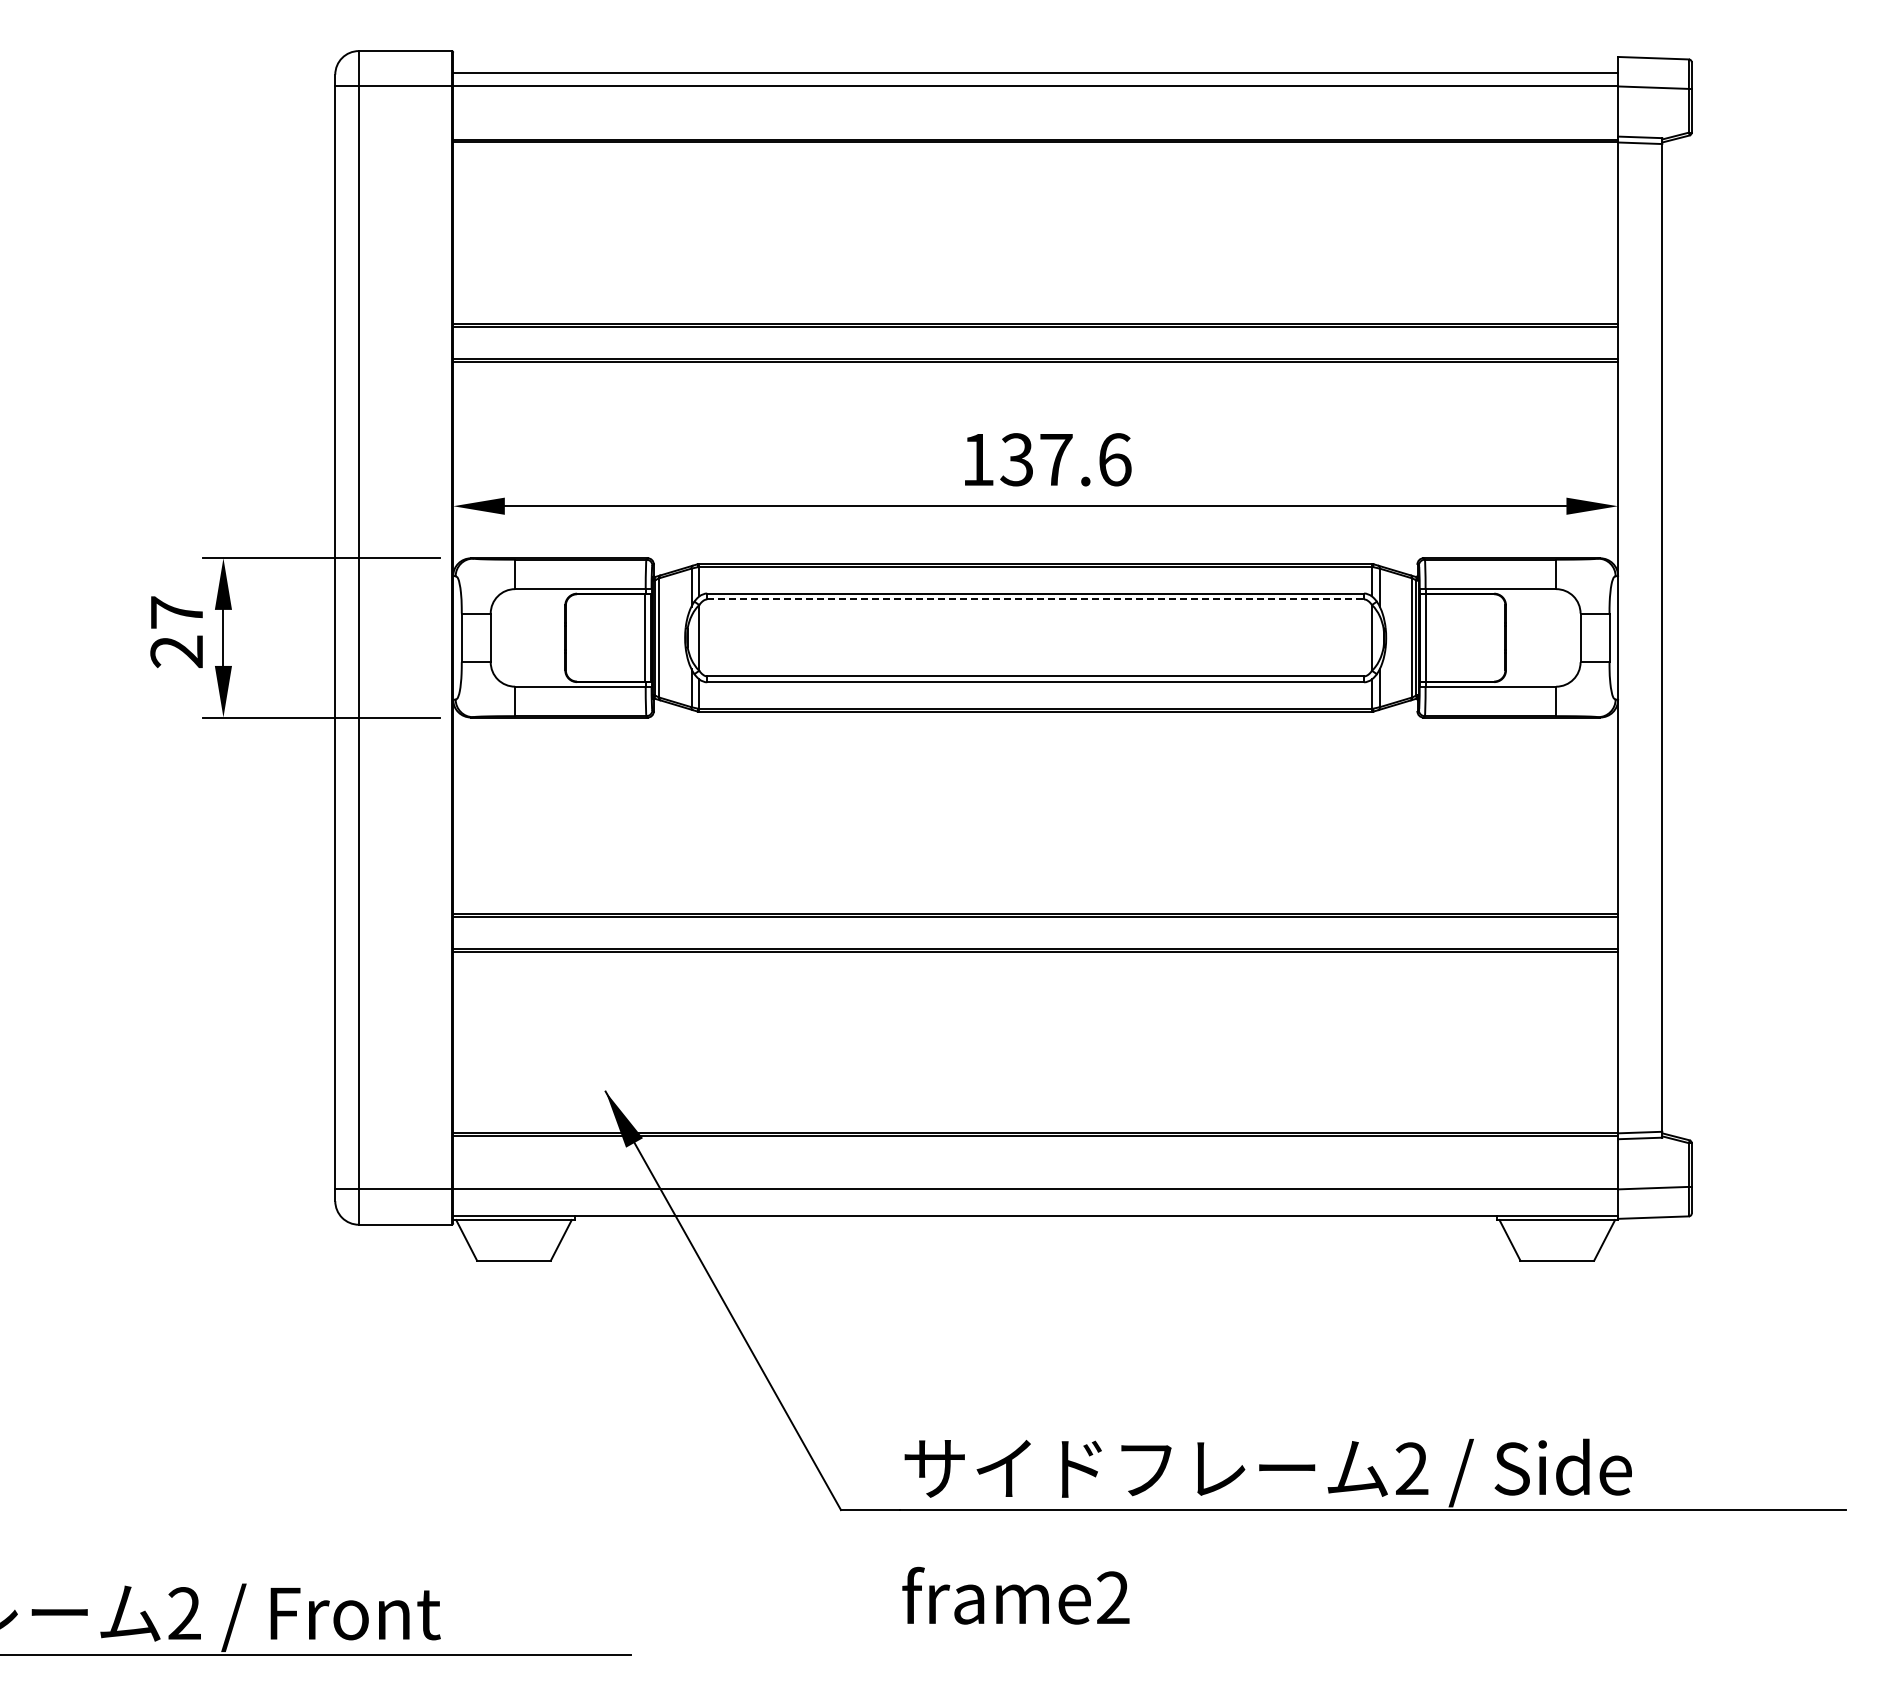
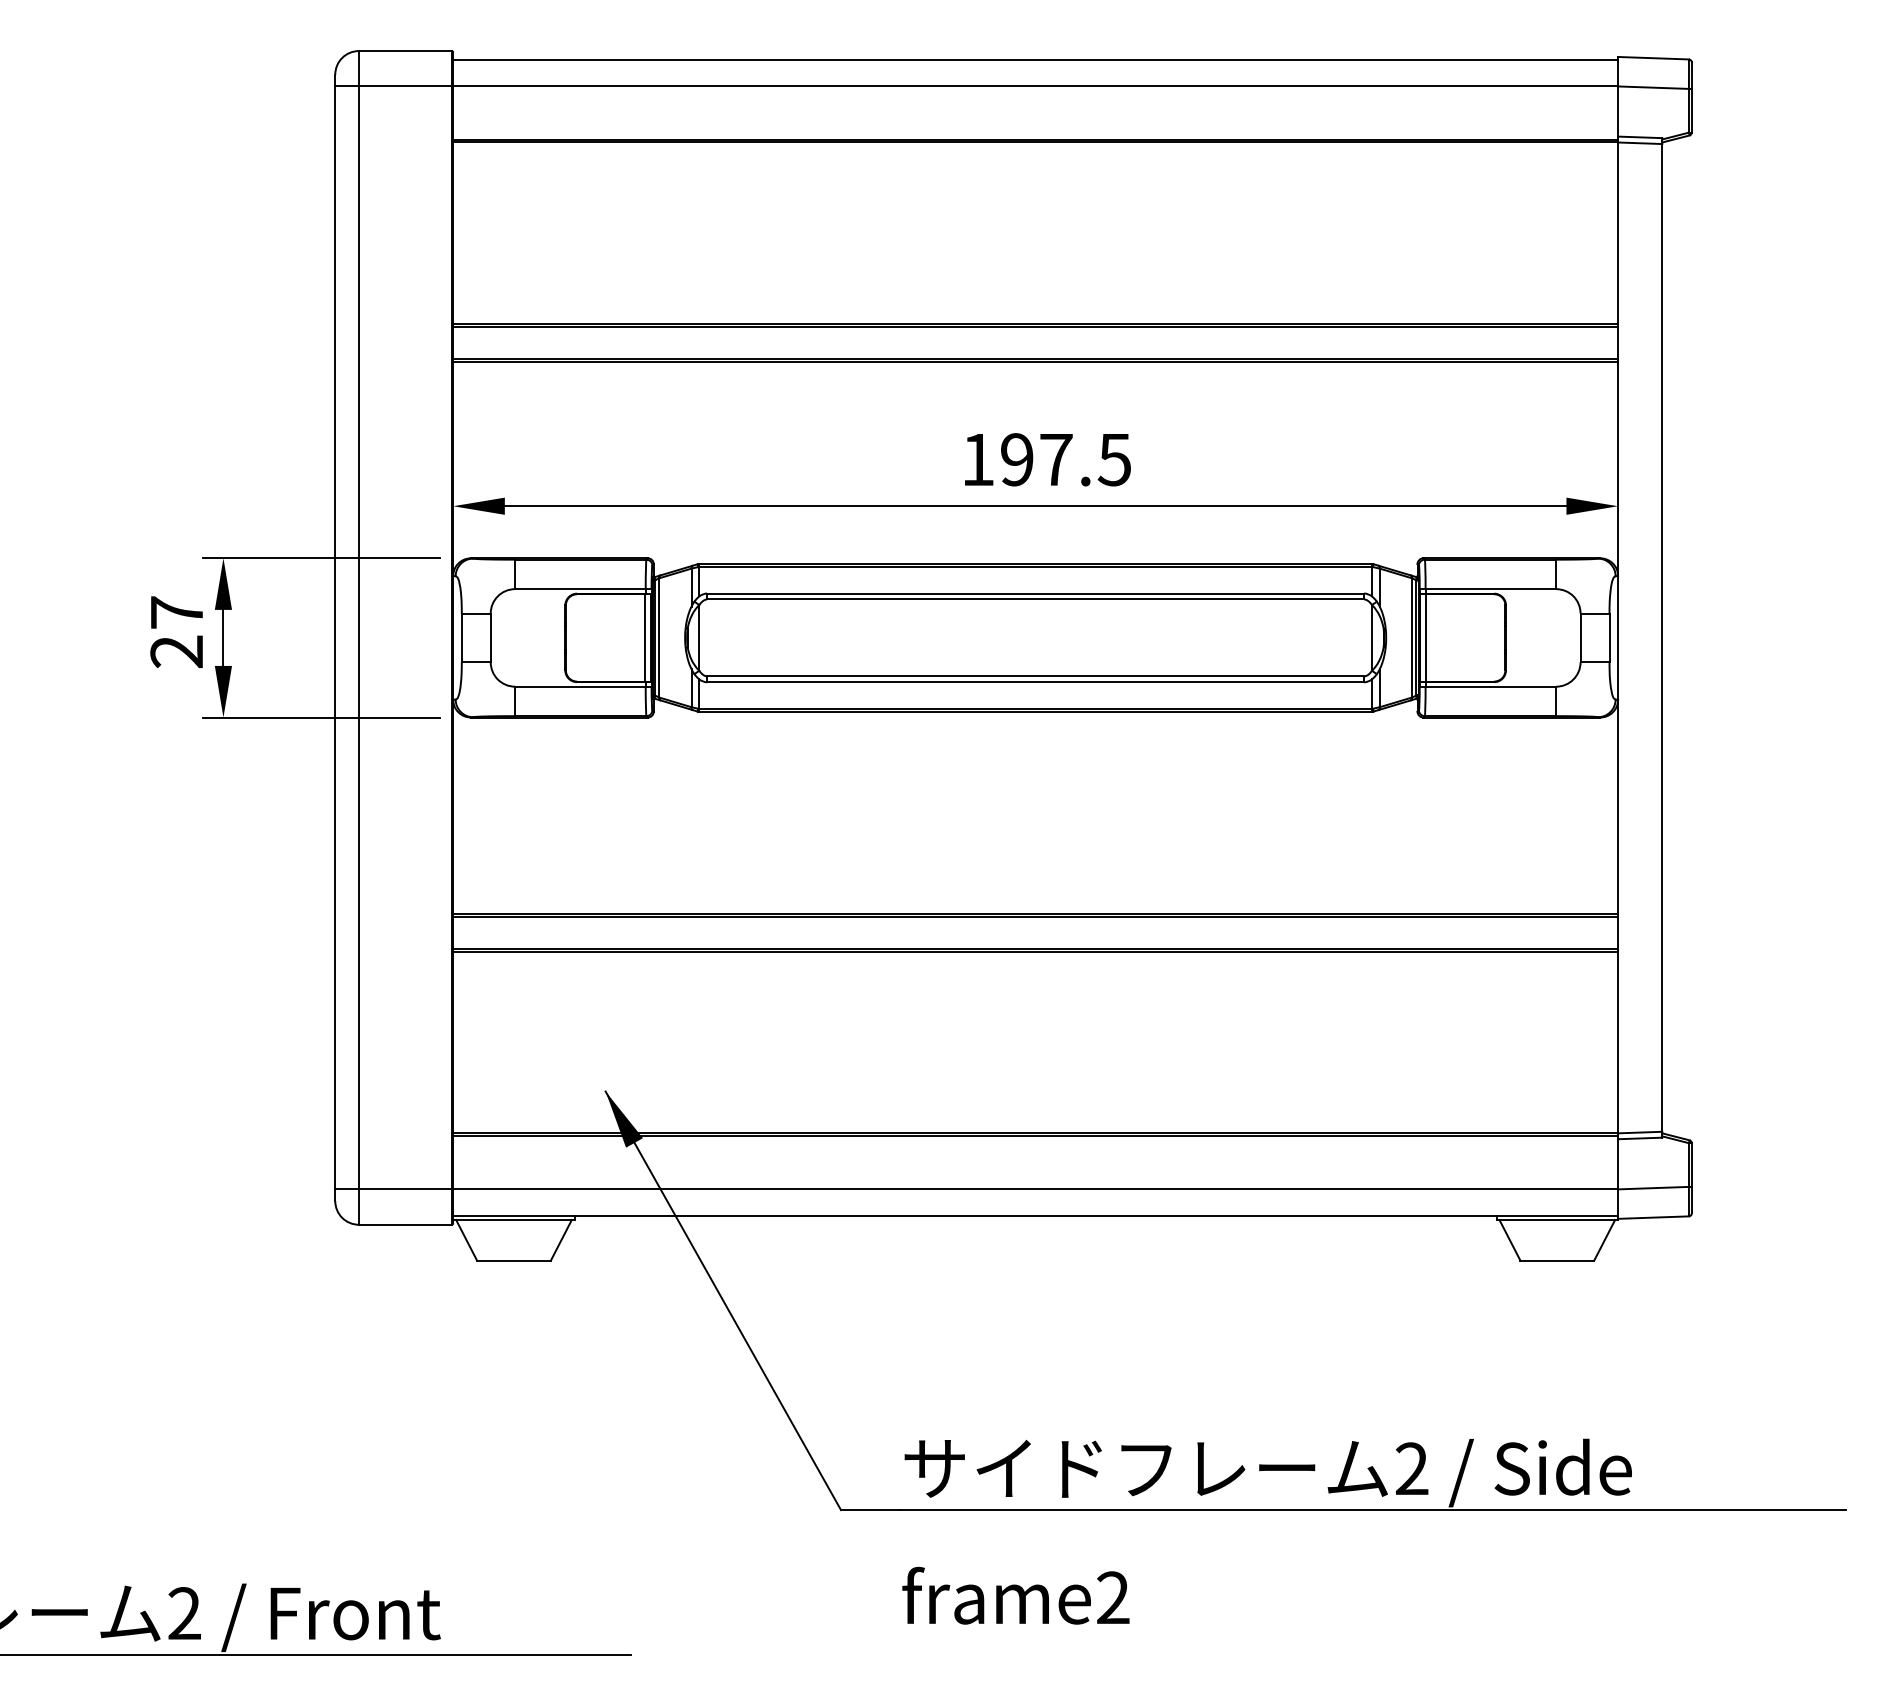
line at (1035, 72) position: (1035, 72) -> (1035, 59)
text at (1065, 459): 137.6 -> 197.5
line at (1036, 599): dashed -> solid
